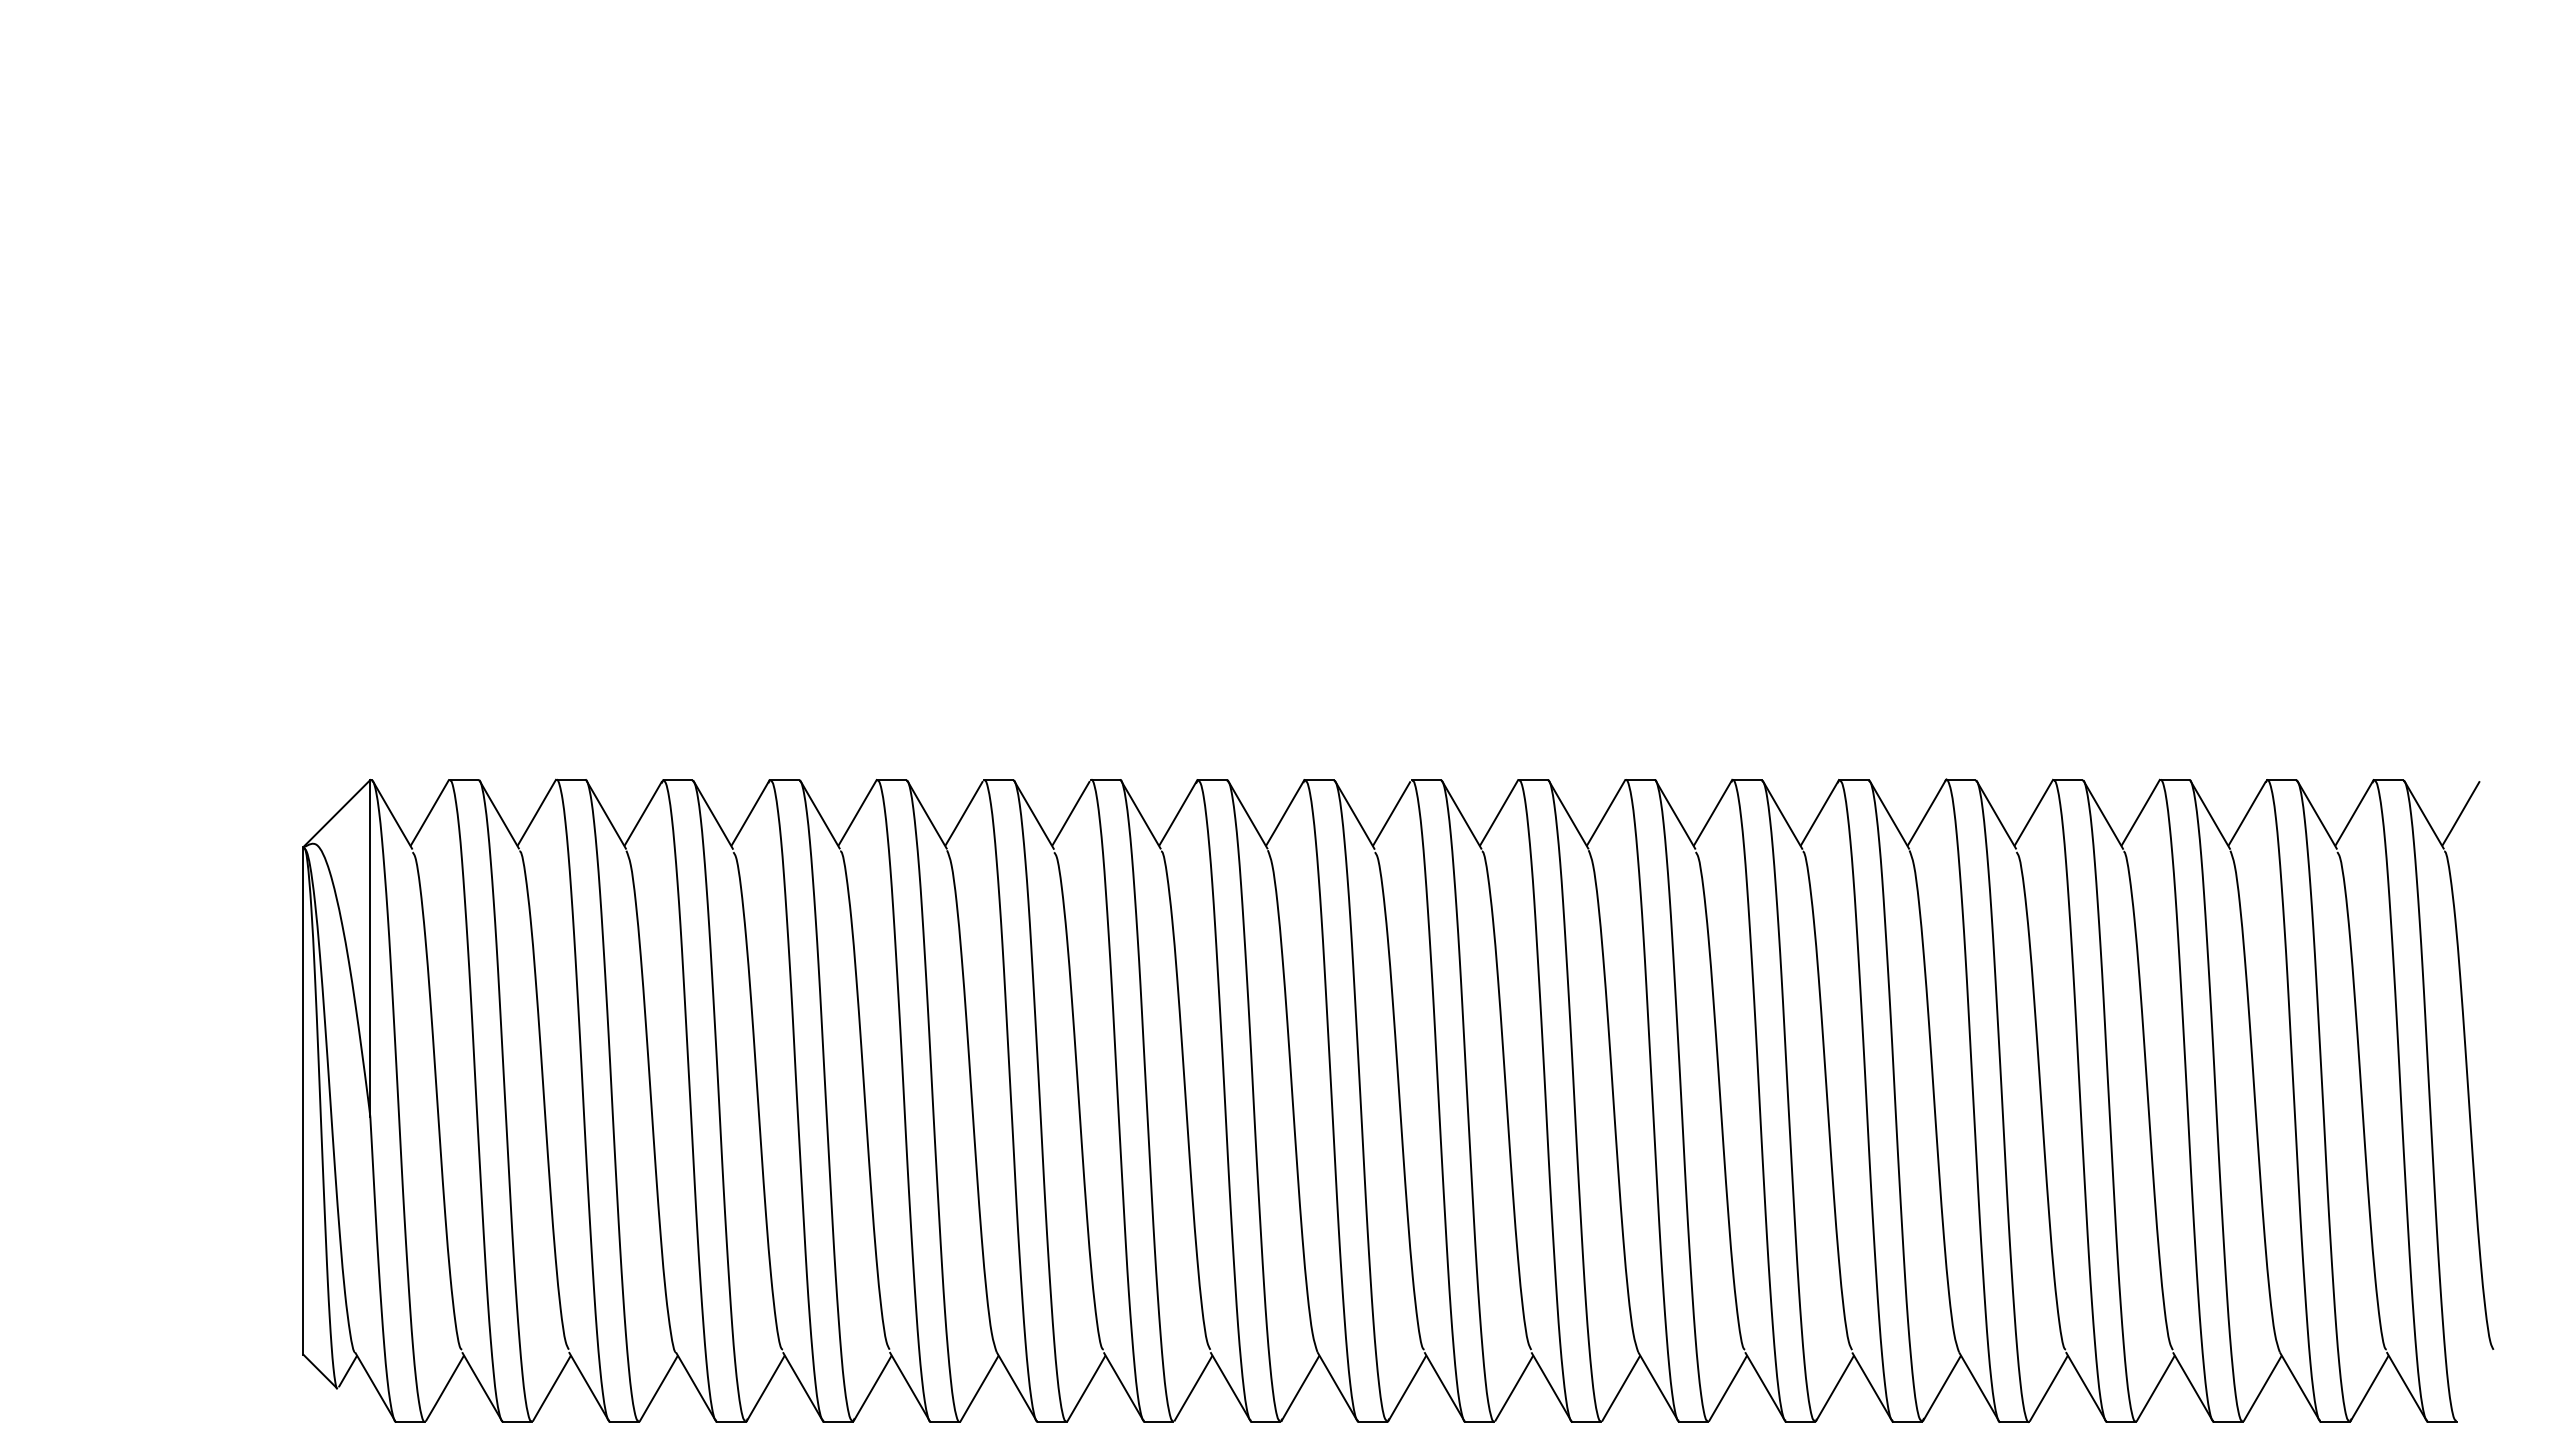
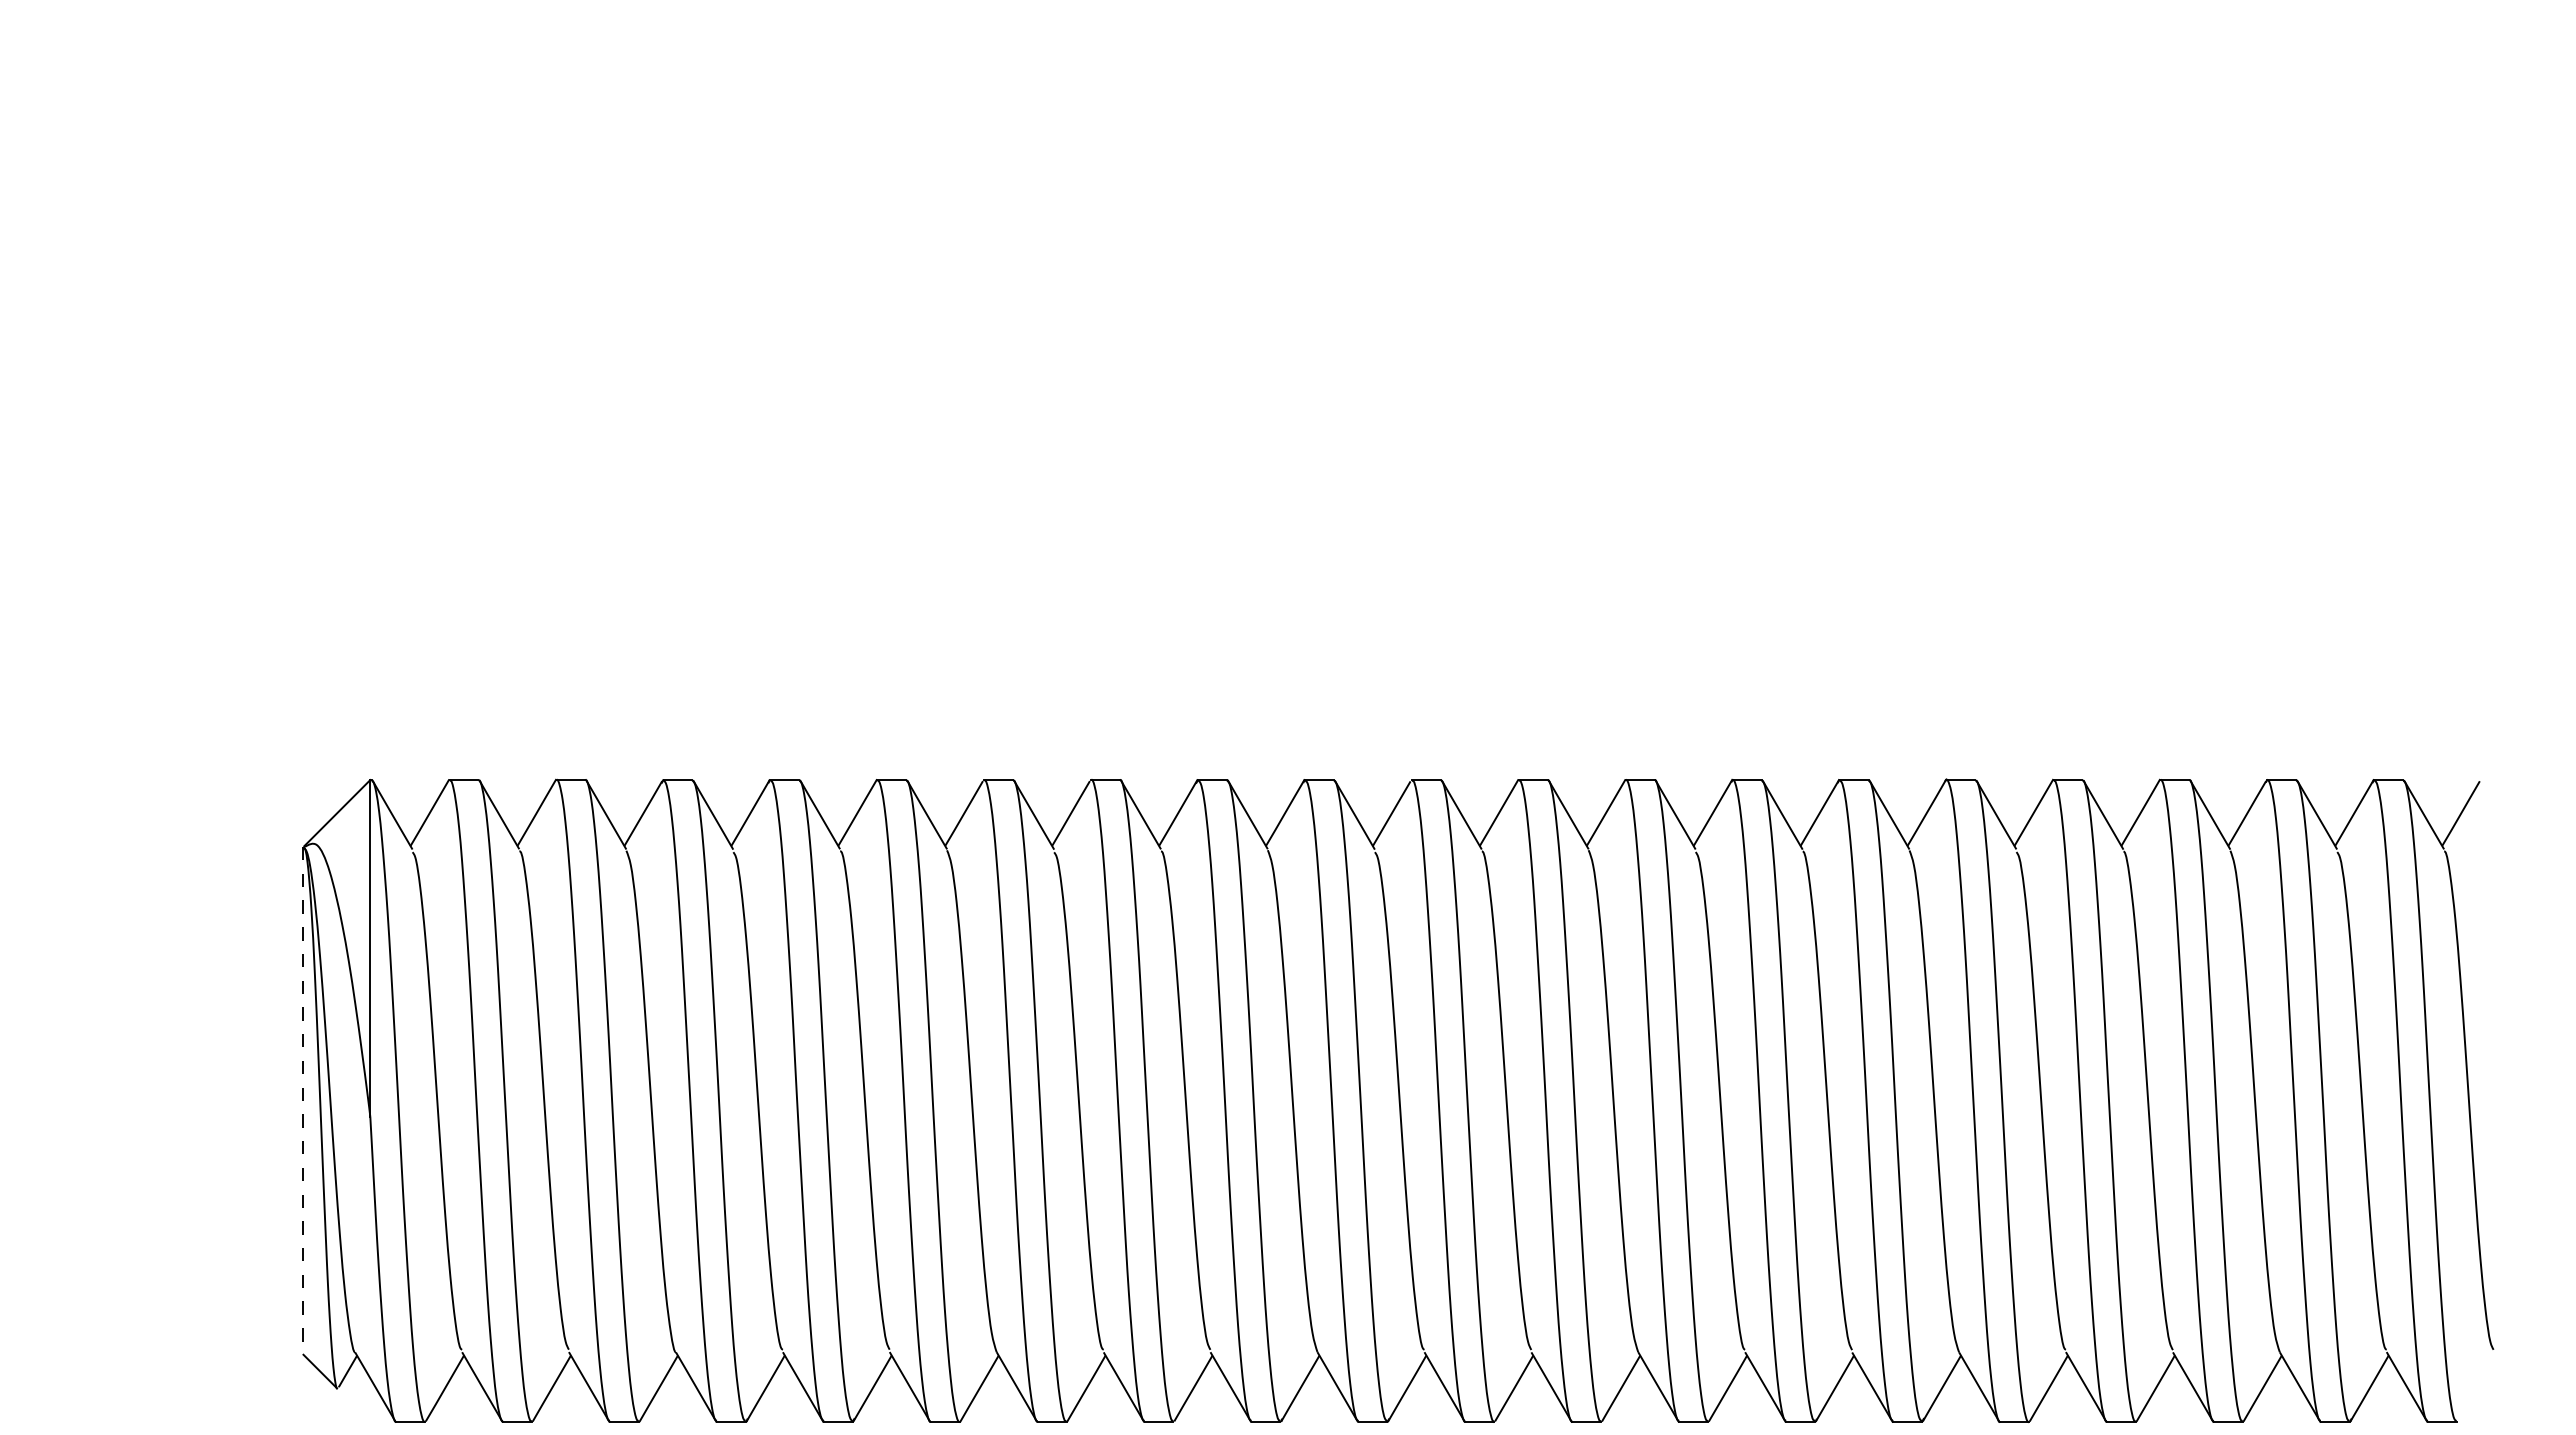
line at (303, 1100): solid -> dashed
